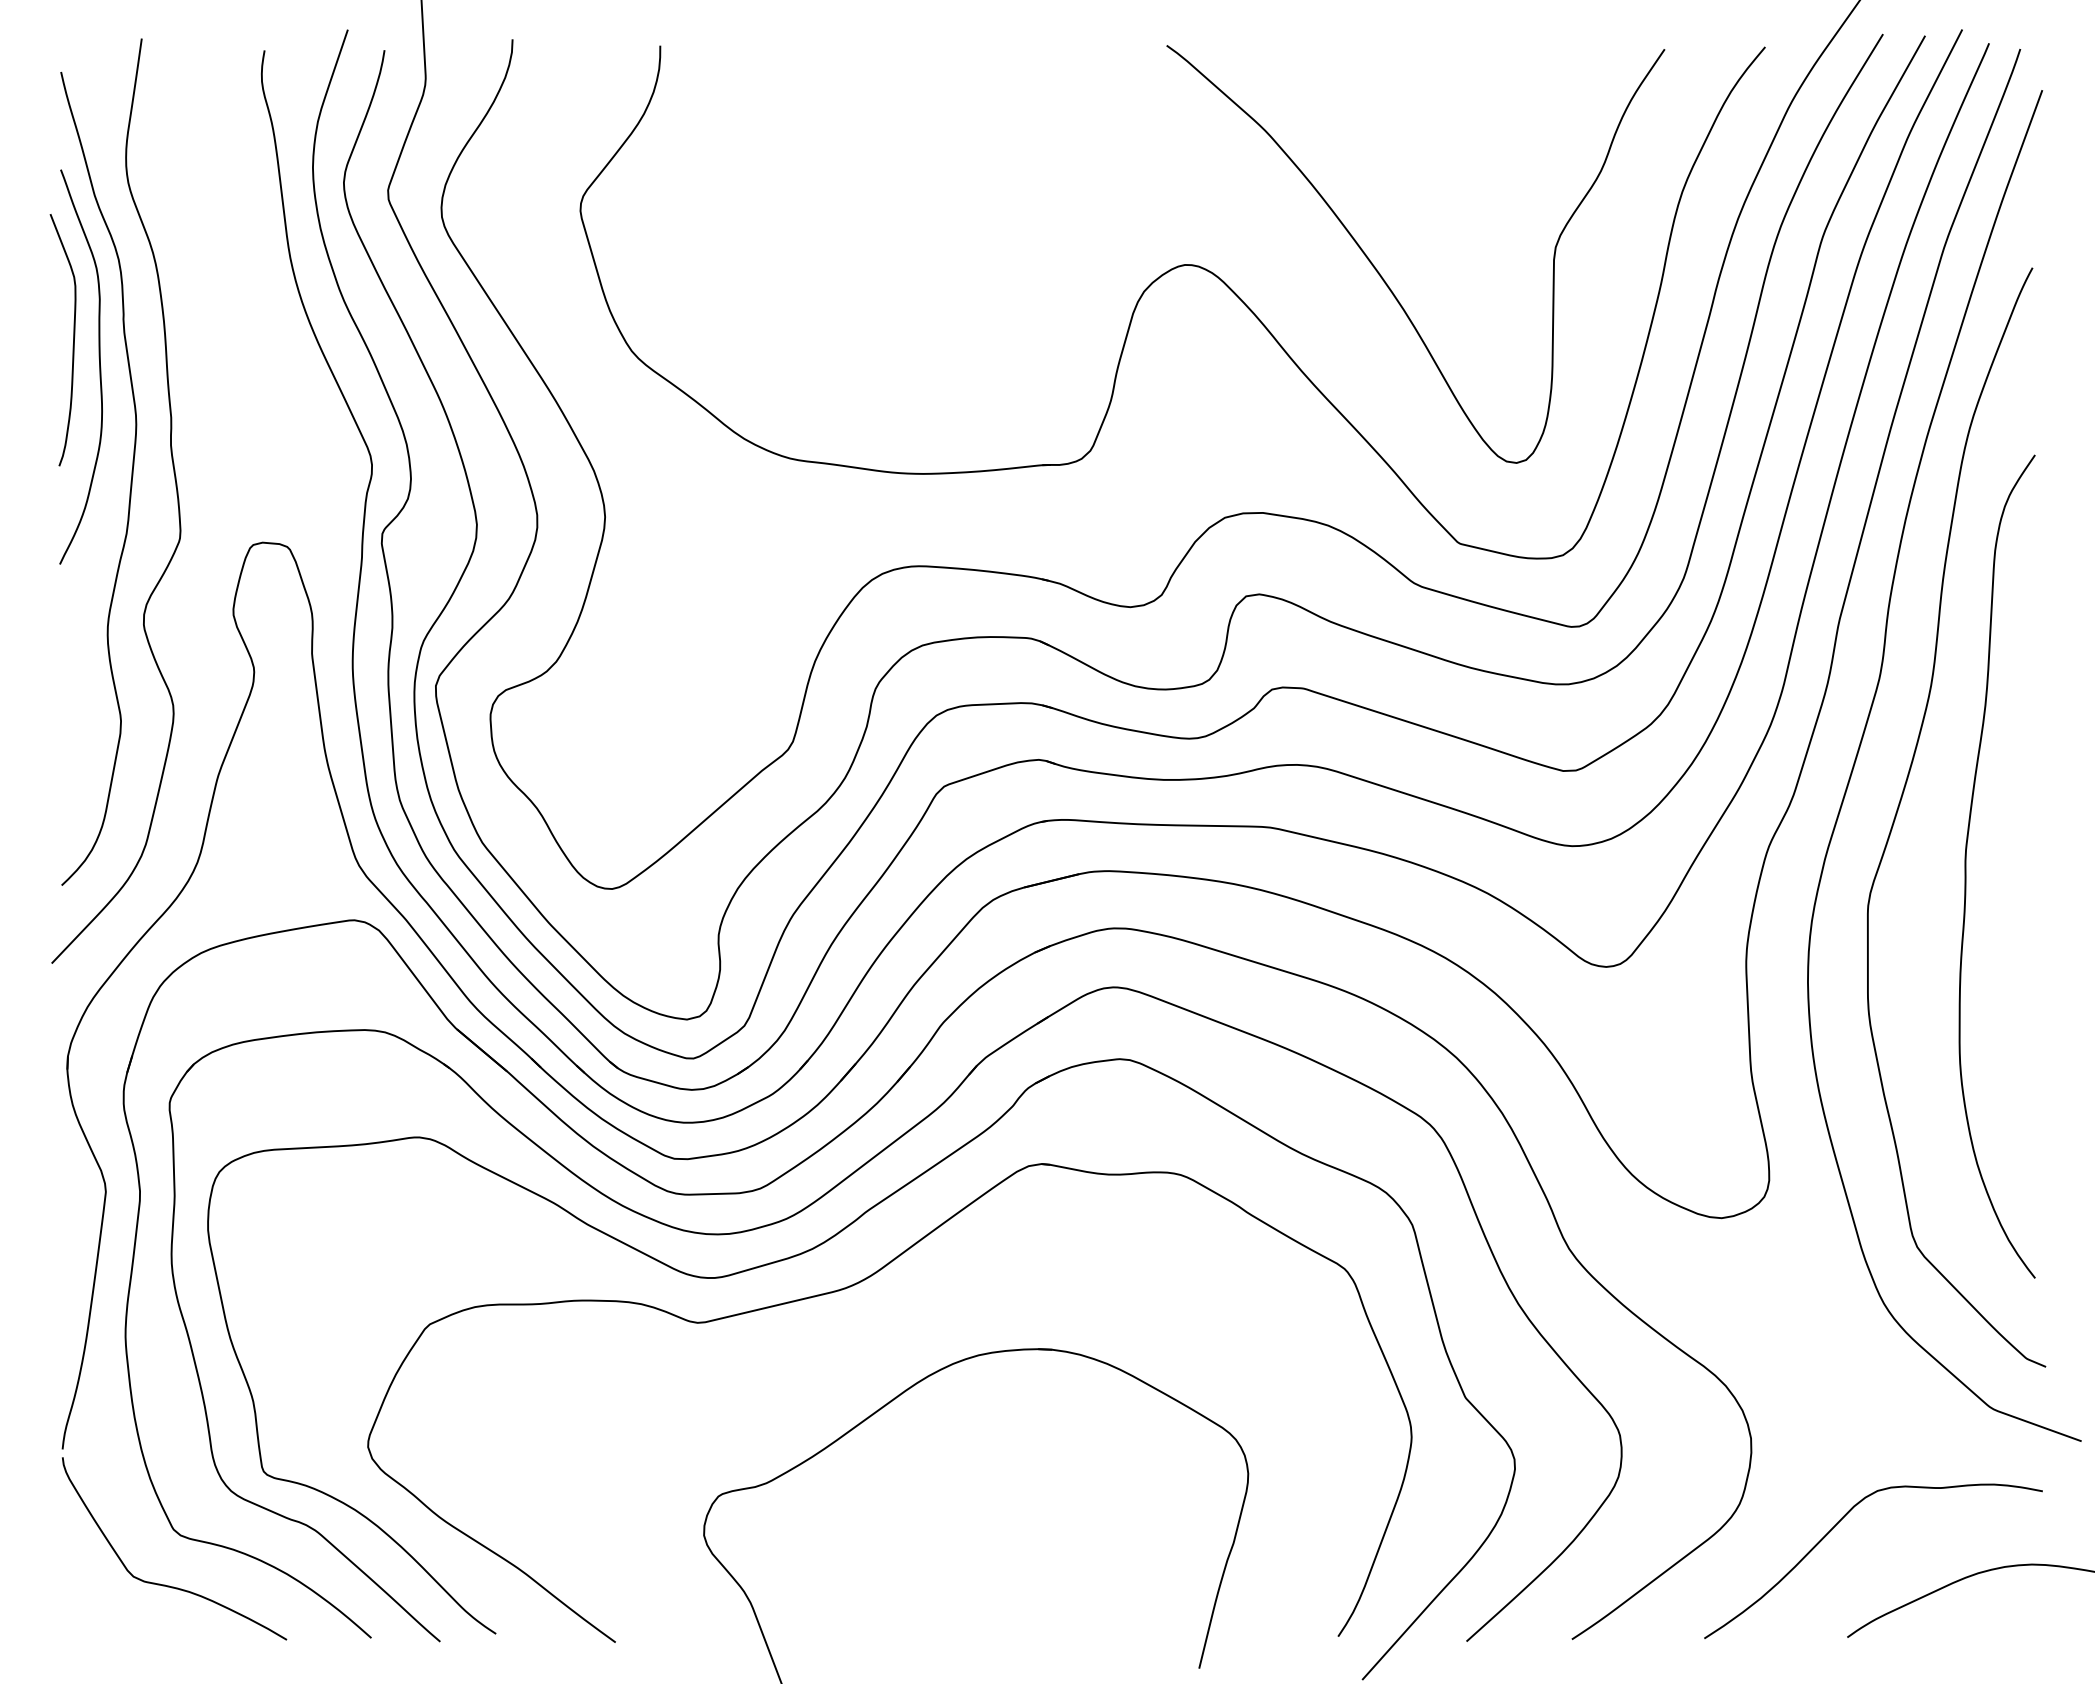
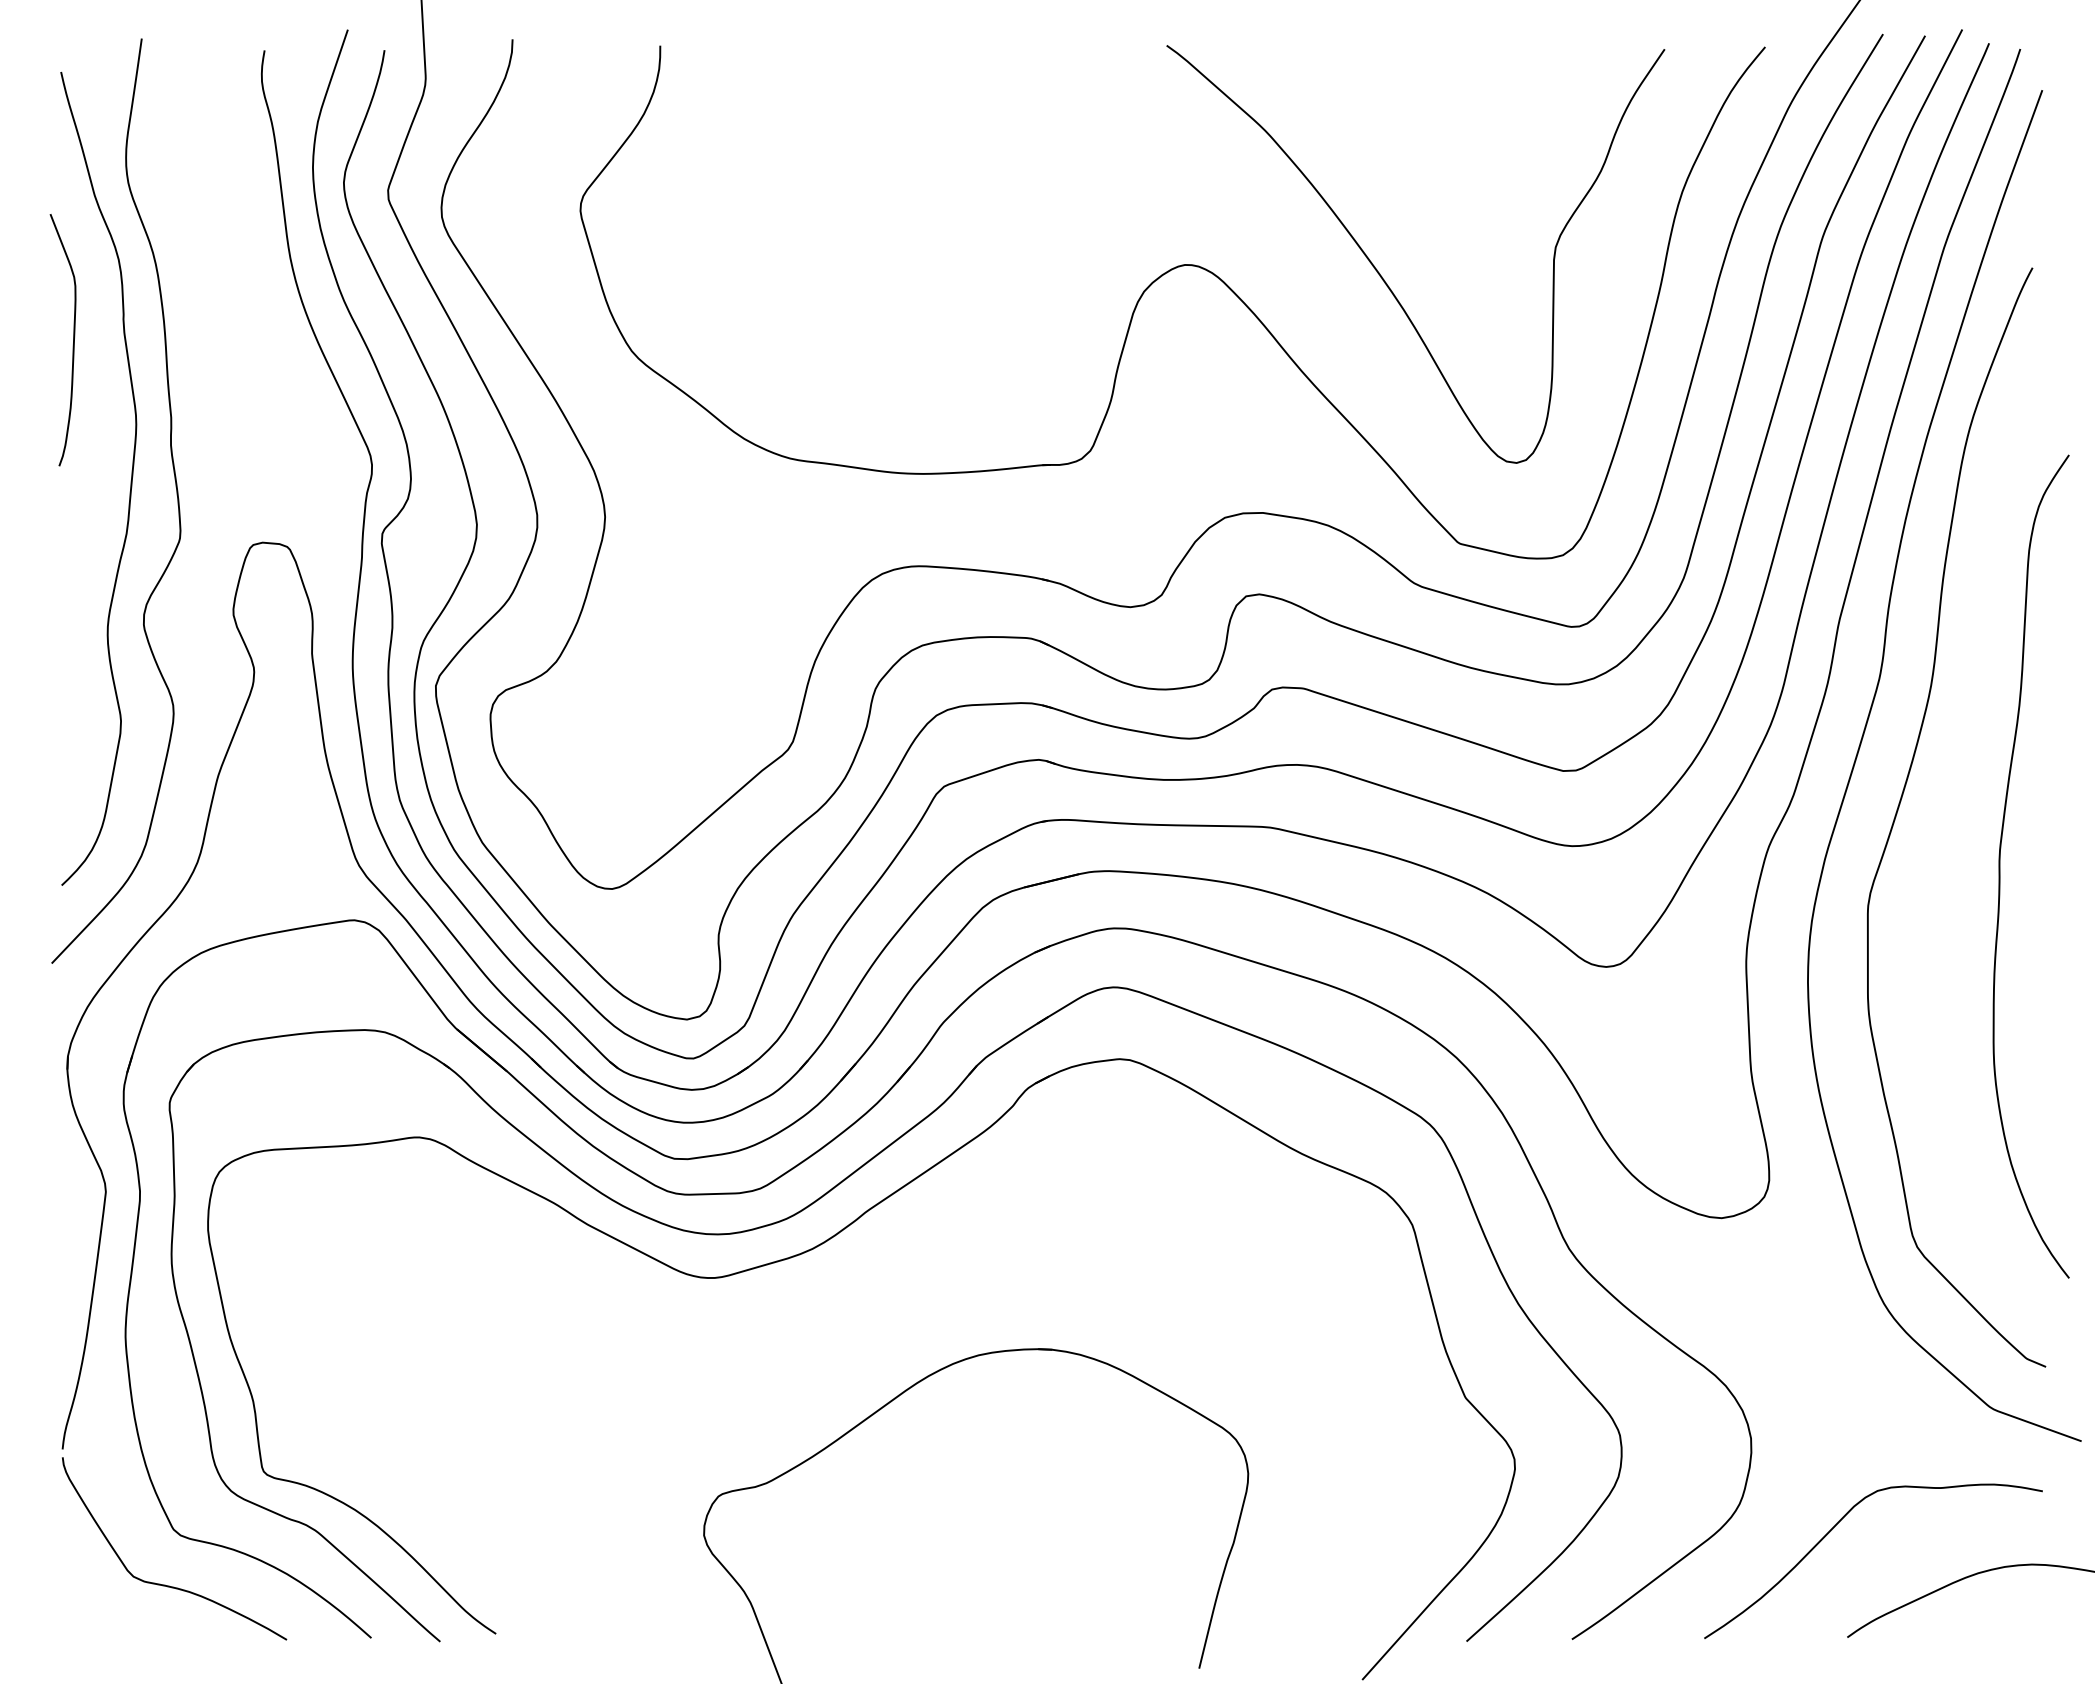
curve at (99, 366): present -> none
curve at (1966, 866) position: (1966, 866) -> (2000, 866)
part at (845, 1289): present -> none
